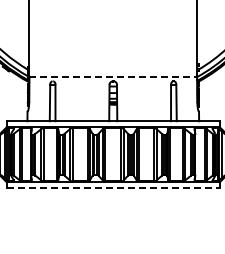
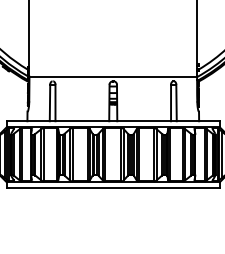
line at (113, 76): dashed -> solid
line at (113, 188): dashed -> solid
